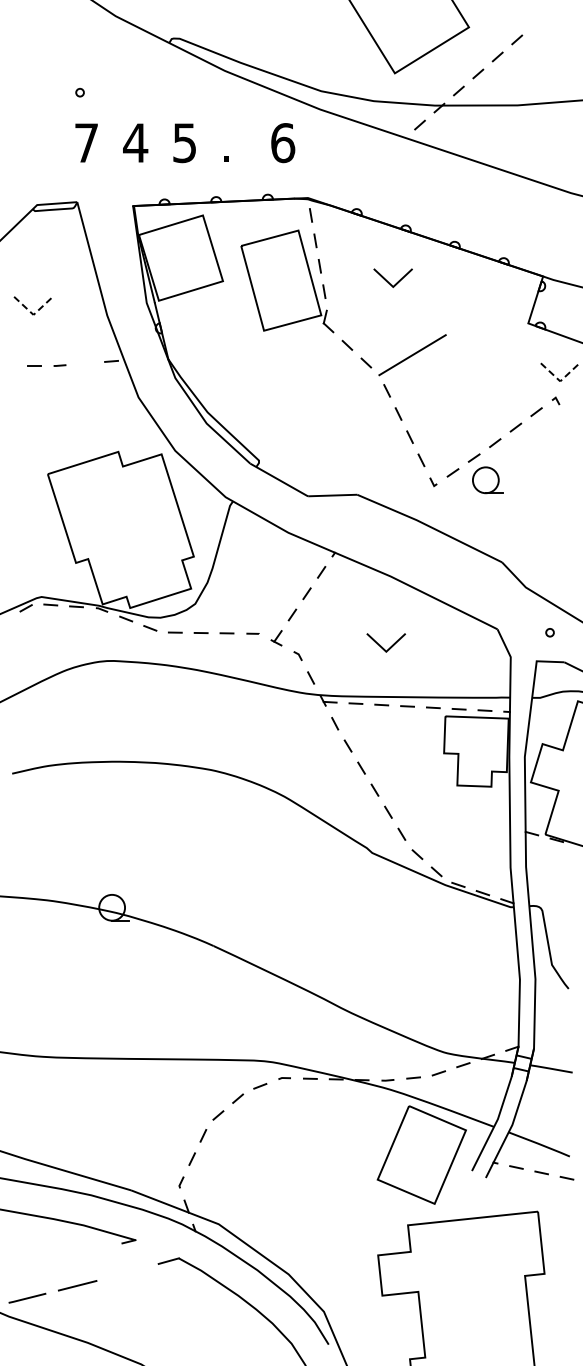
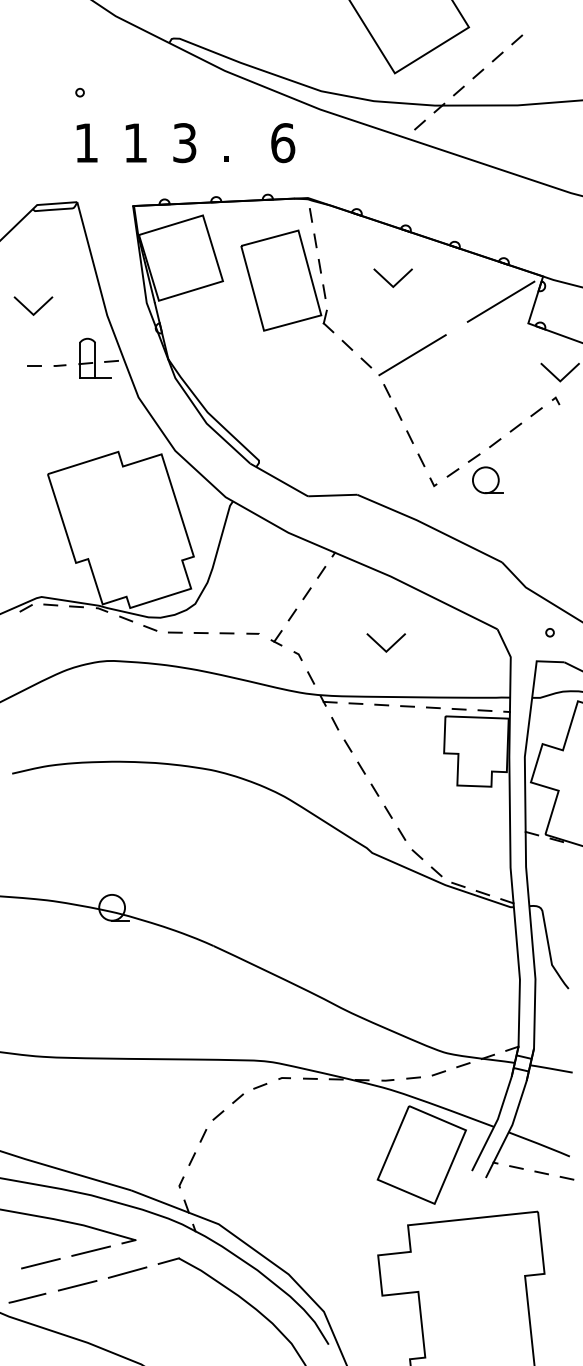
text at (86, 142): 7 -> 1
text at (135, 142): 4 -> 1
text at (184, 142): 5 -> 3
line at (500, 301): none -> present
line at (33, 314): dashed -> solid
part at (94, 357): none -> present
line at (560, 381): dashed -> solid
line at (90, 1250): none -> present
line at (40, 1263): none -> present
line at (127, 1272): none -> present
